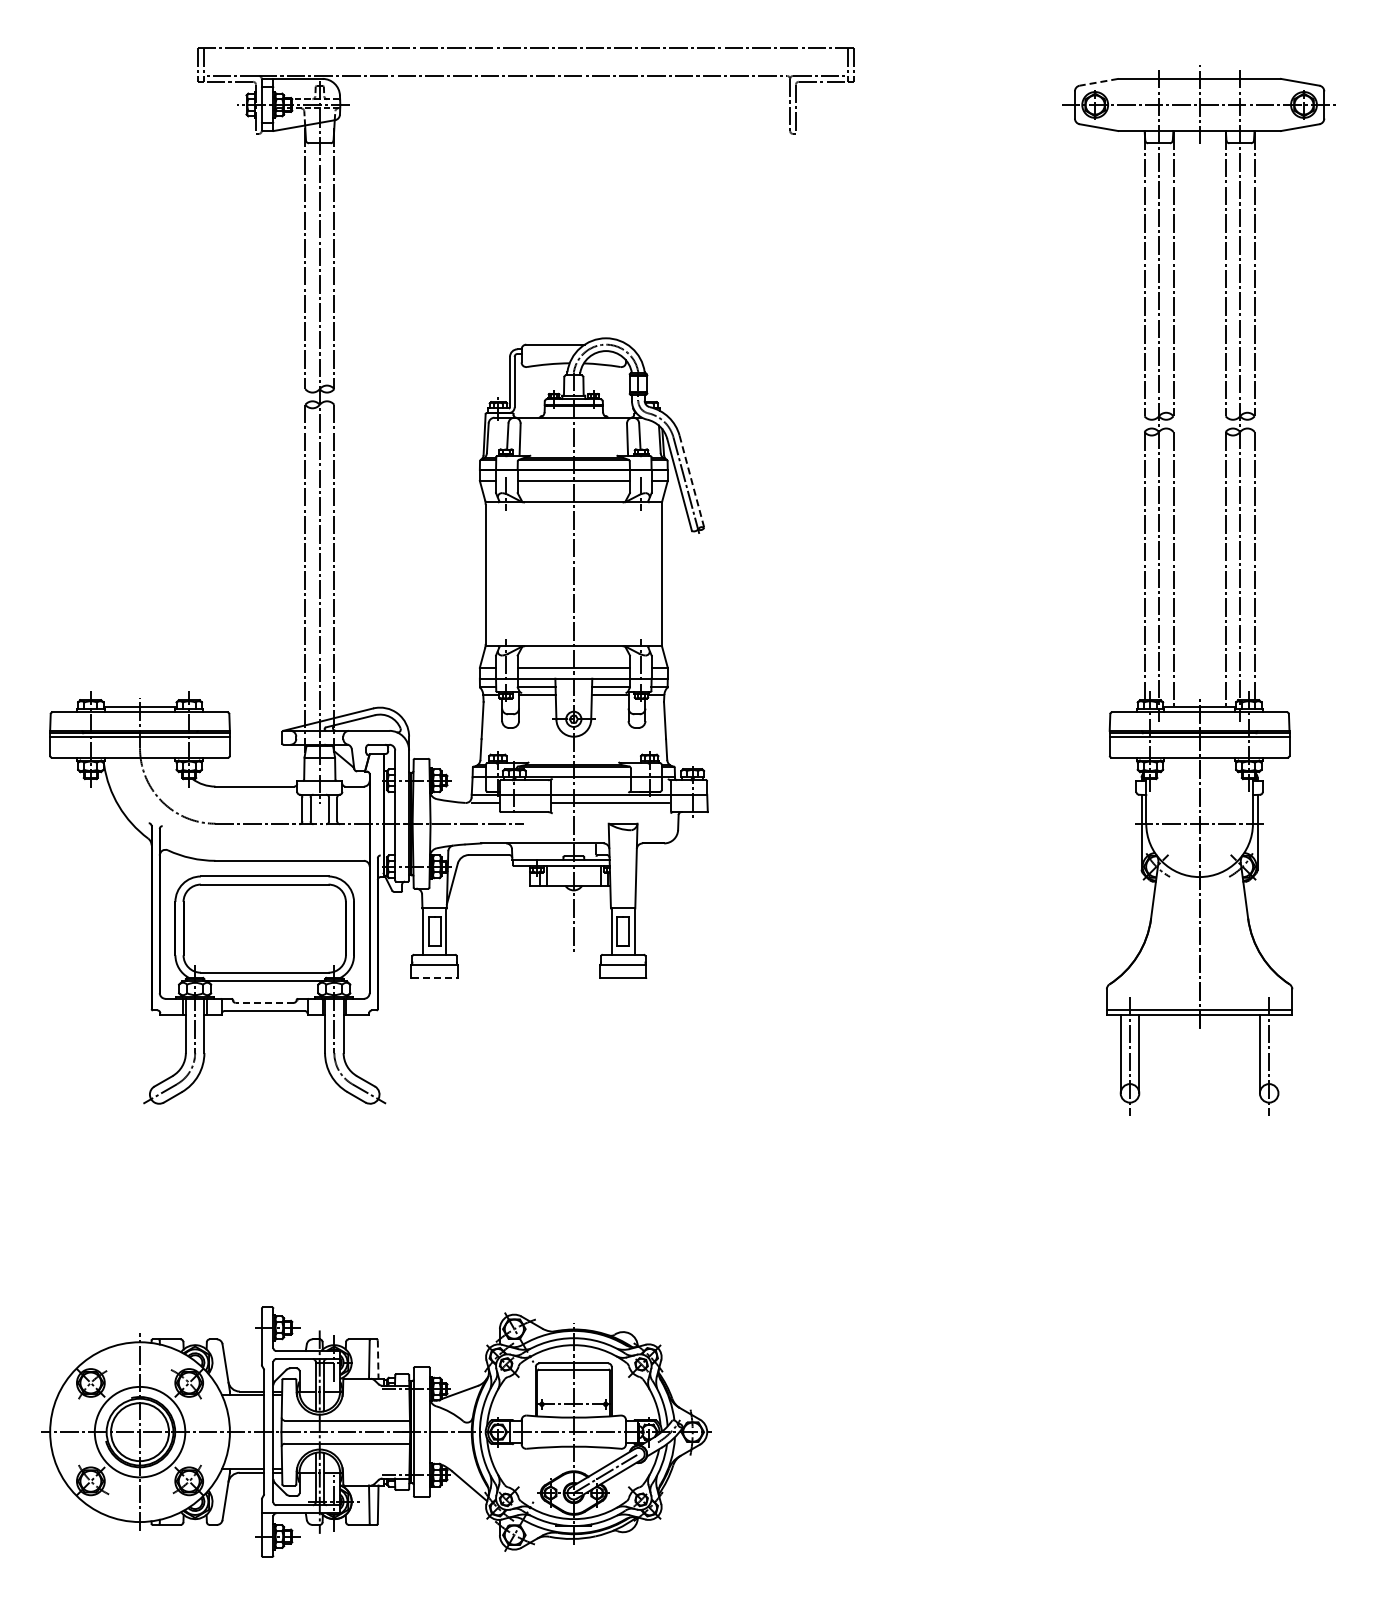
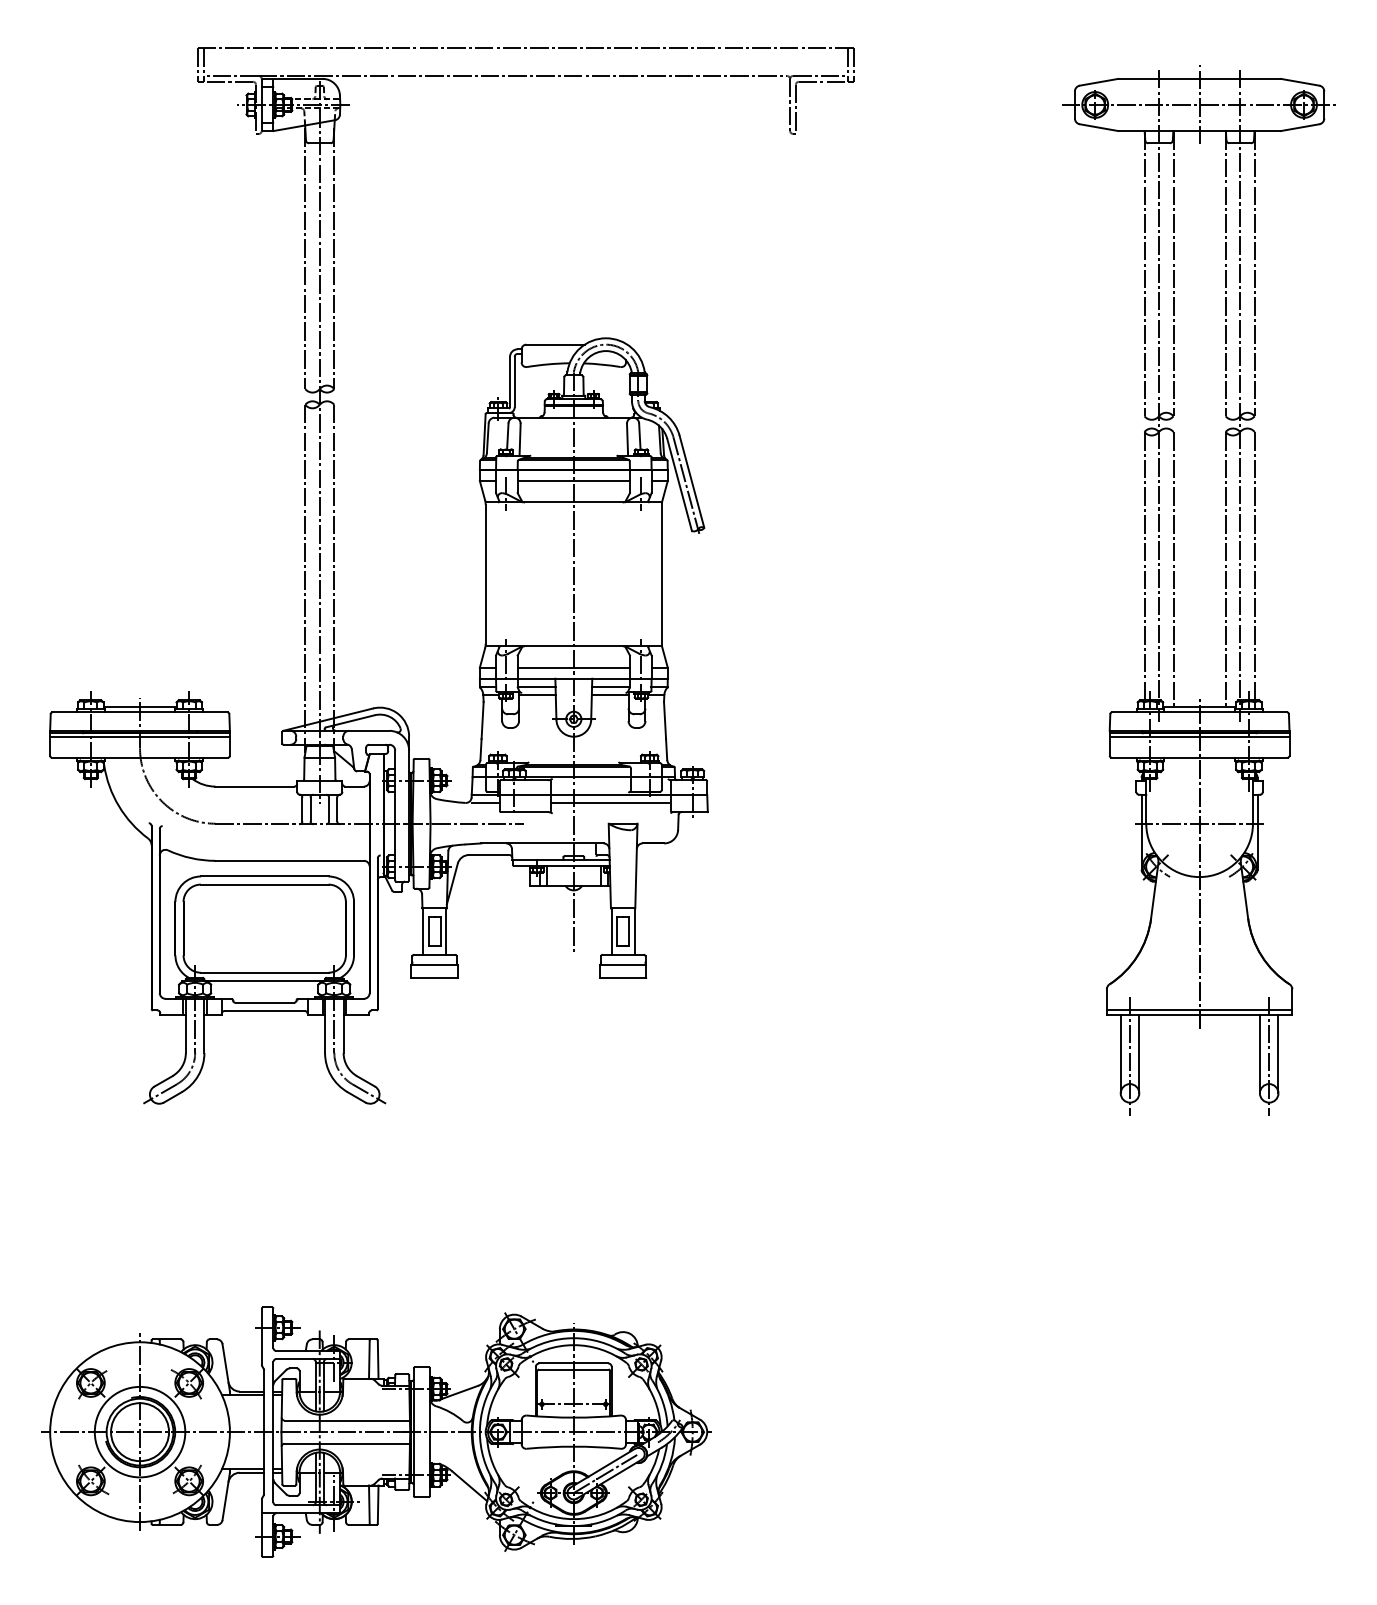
line at (1098, 82): dashed -> solid
line at (691, 481): dashed -> solid
line at (434, 978): dashed -> solid
line at (264, 1002): dashed -> solid
line at (1278, 1054): none -> present
line at (378, 1360): dashed -> solid
